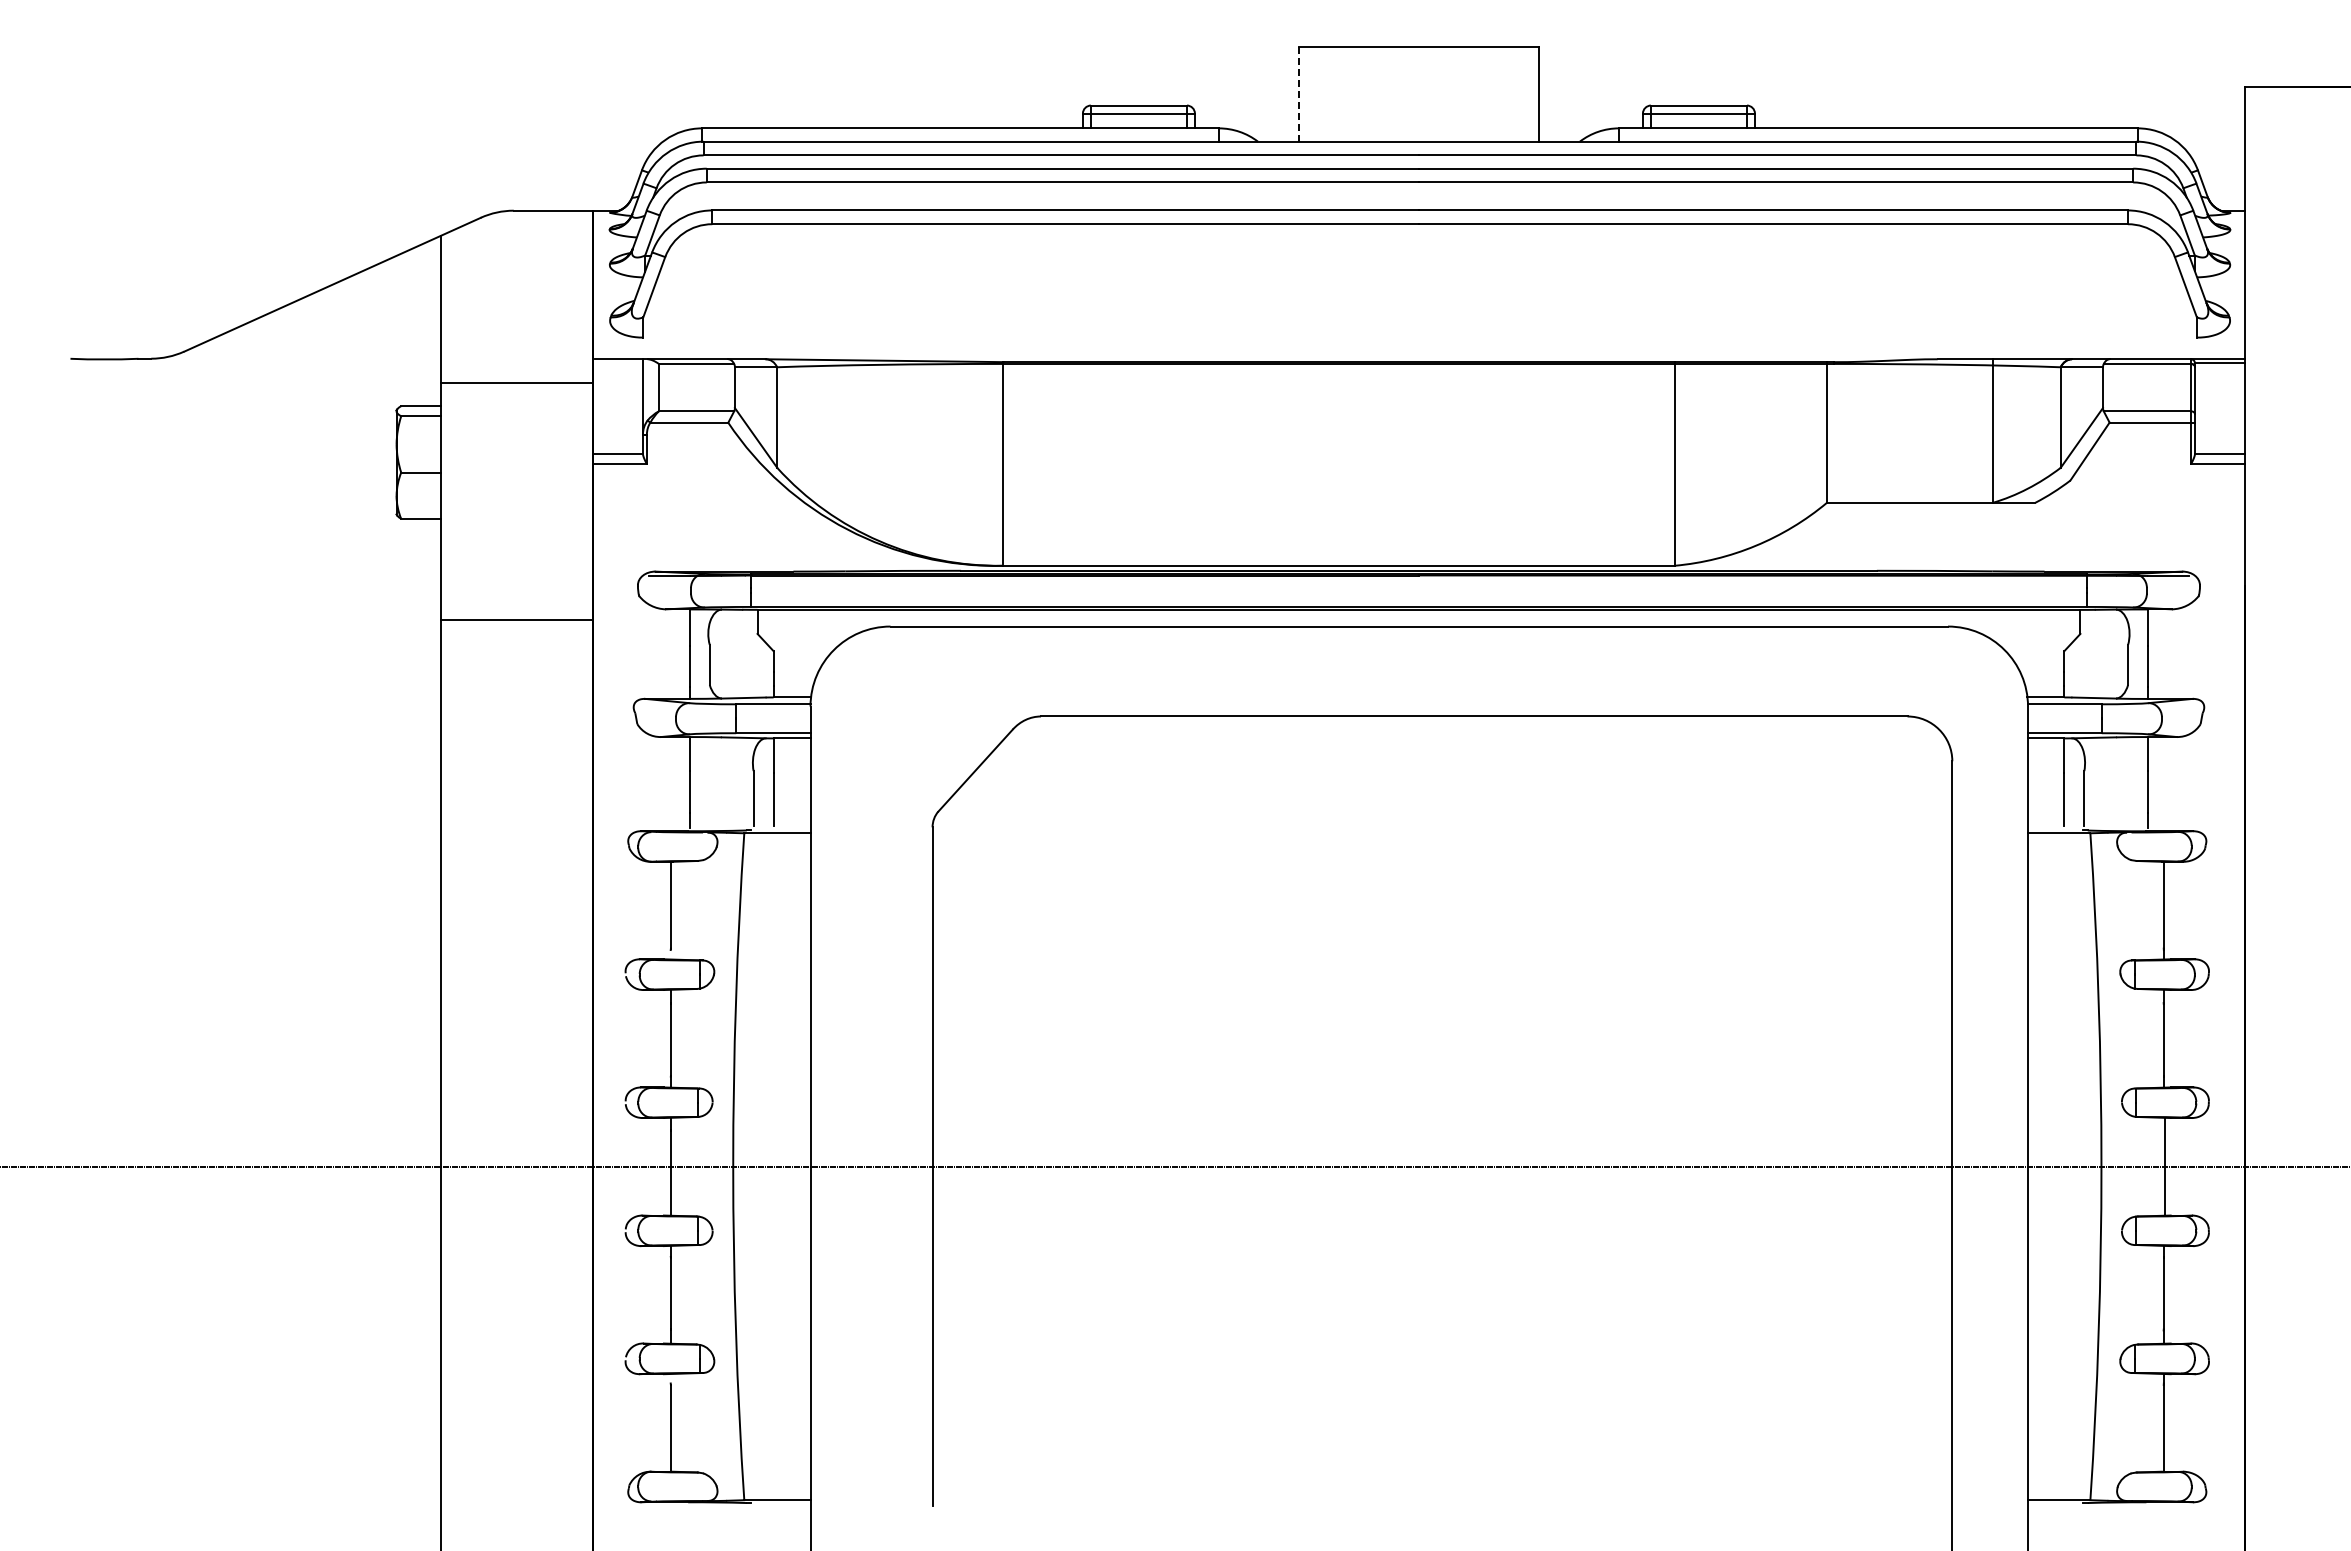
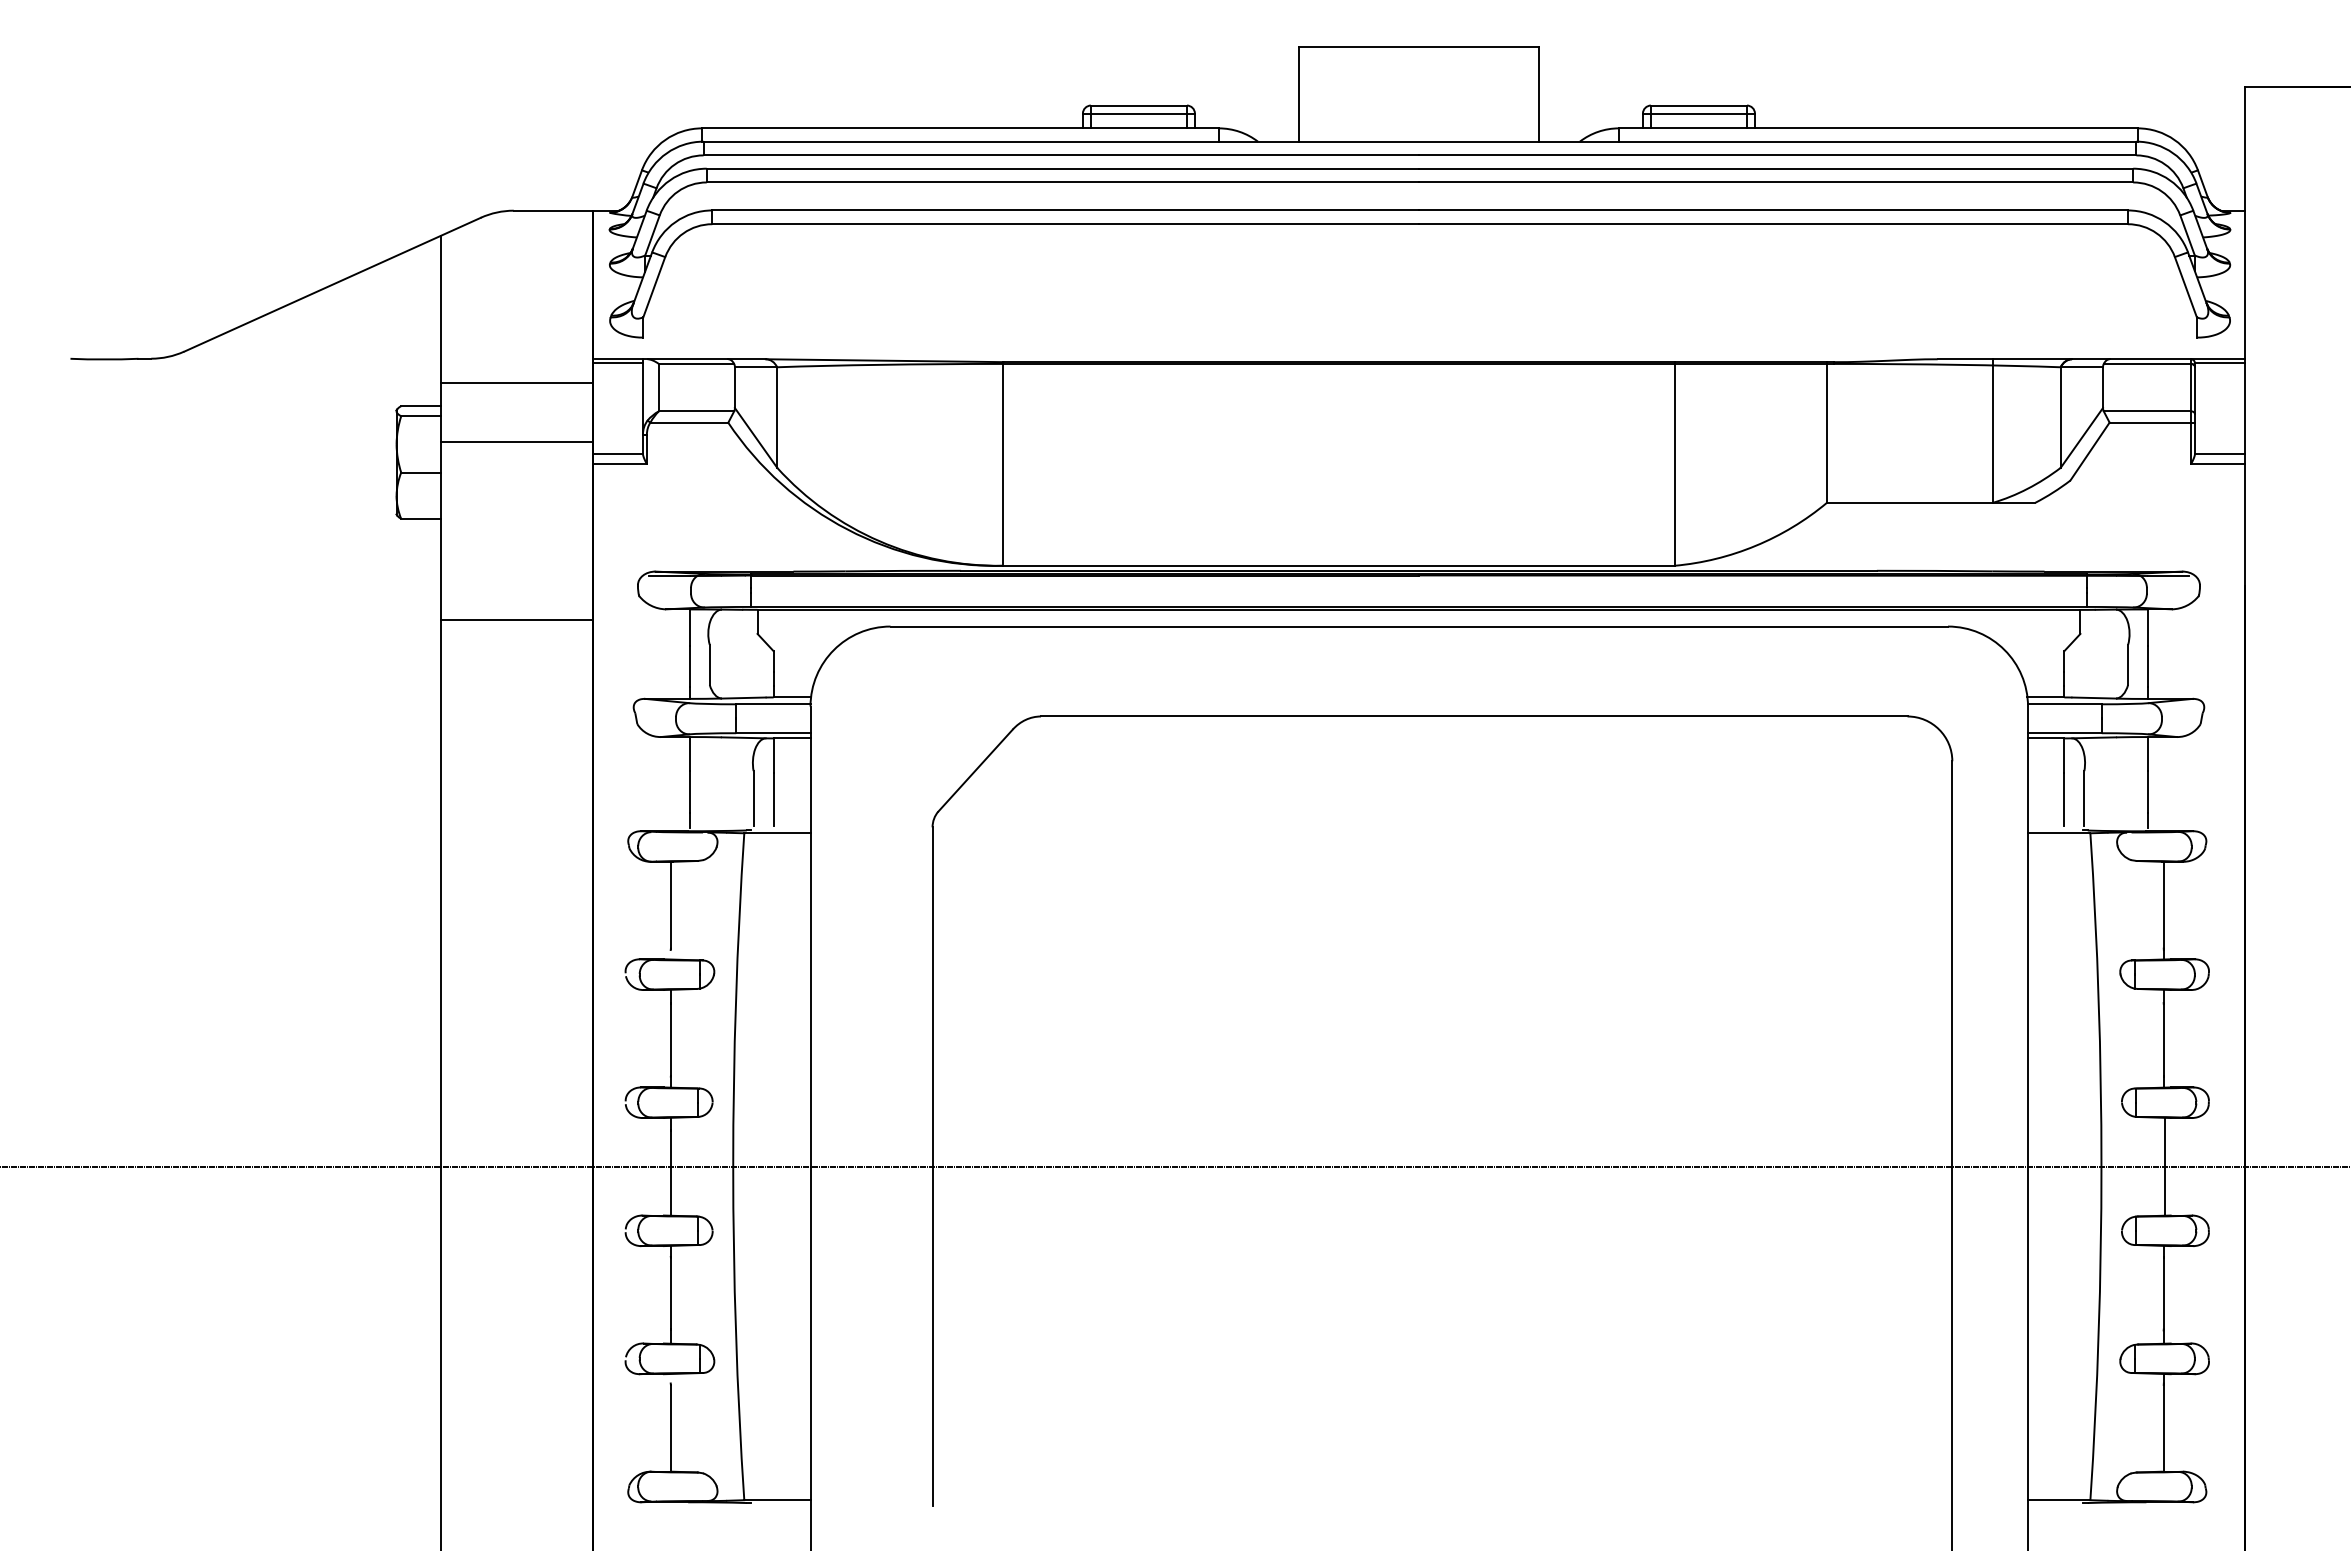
line at (1298, 94): dashed -> solid
line at (617, 363): none -> present
line at (516, 441): none -> present
